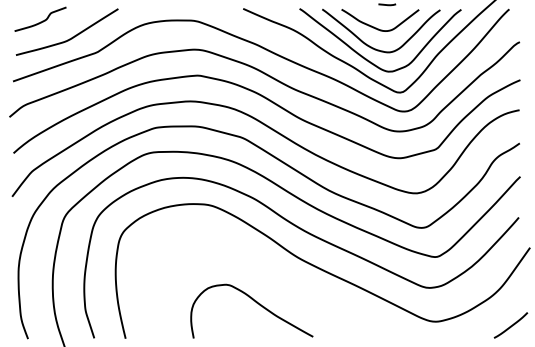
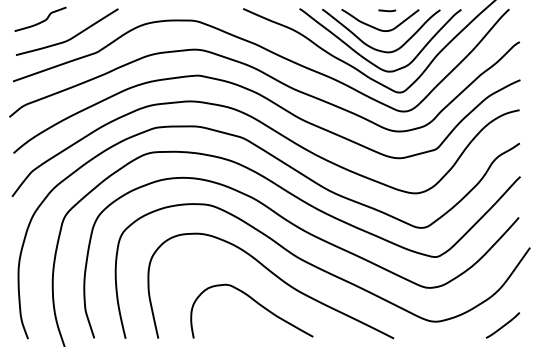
line at (387, 4) position: (387, 4) -> (387, 10)
curve at (276, 277): none -> present
line at (510, 325) position: (510, 325) -> (502, 325)
